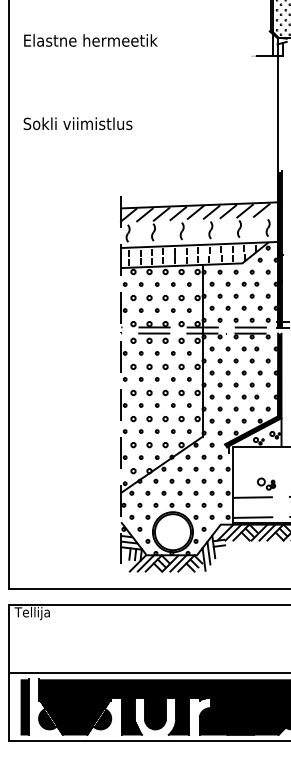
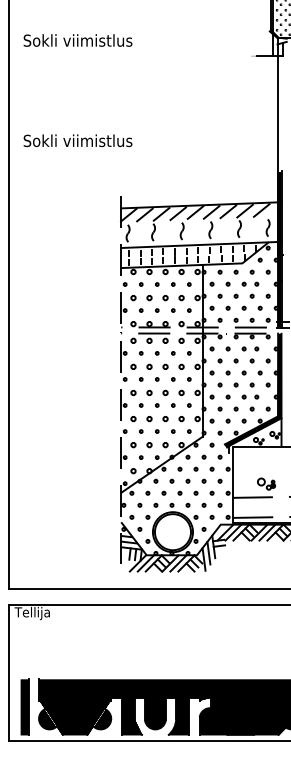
text at (90, 40): Elastne hermeetik -> Sokli viimistlus
text at (77, 123) position: (77, 123) -> (77, 140)
line at (147, 673): present -> none
